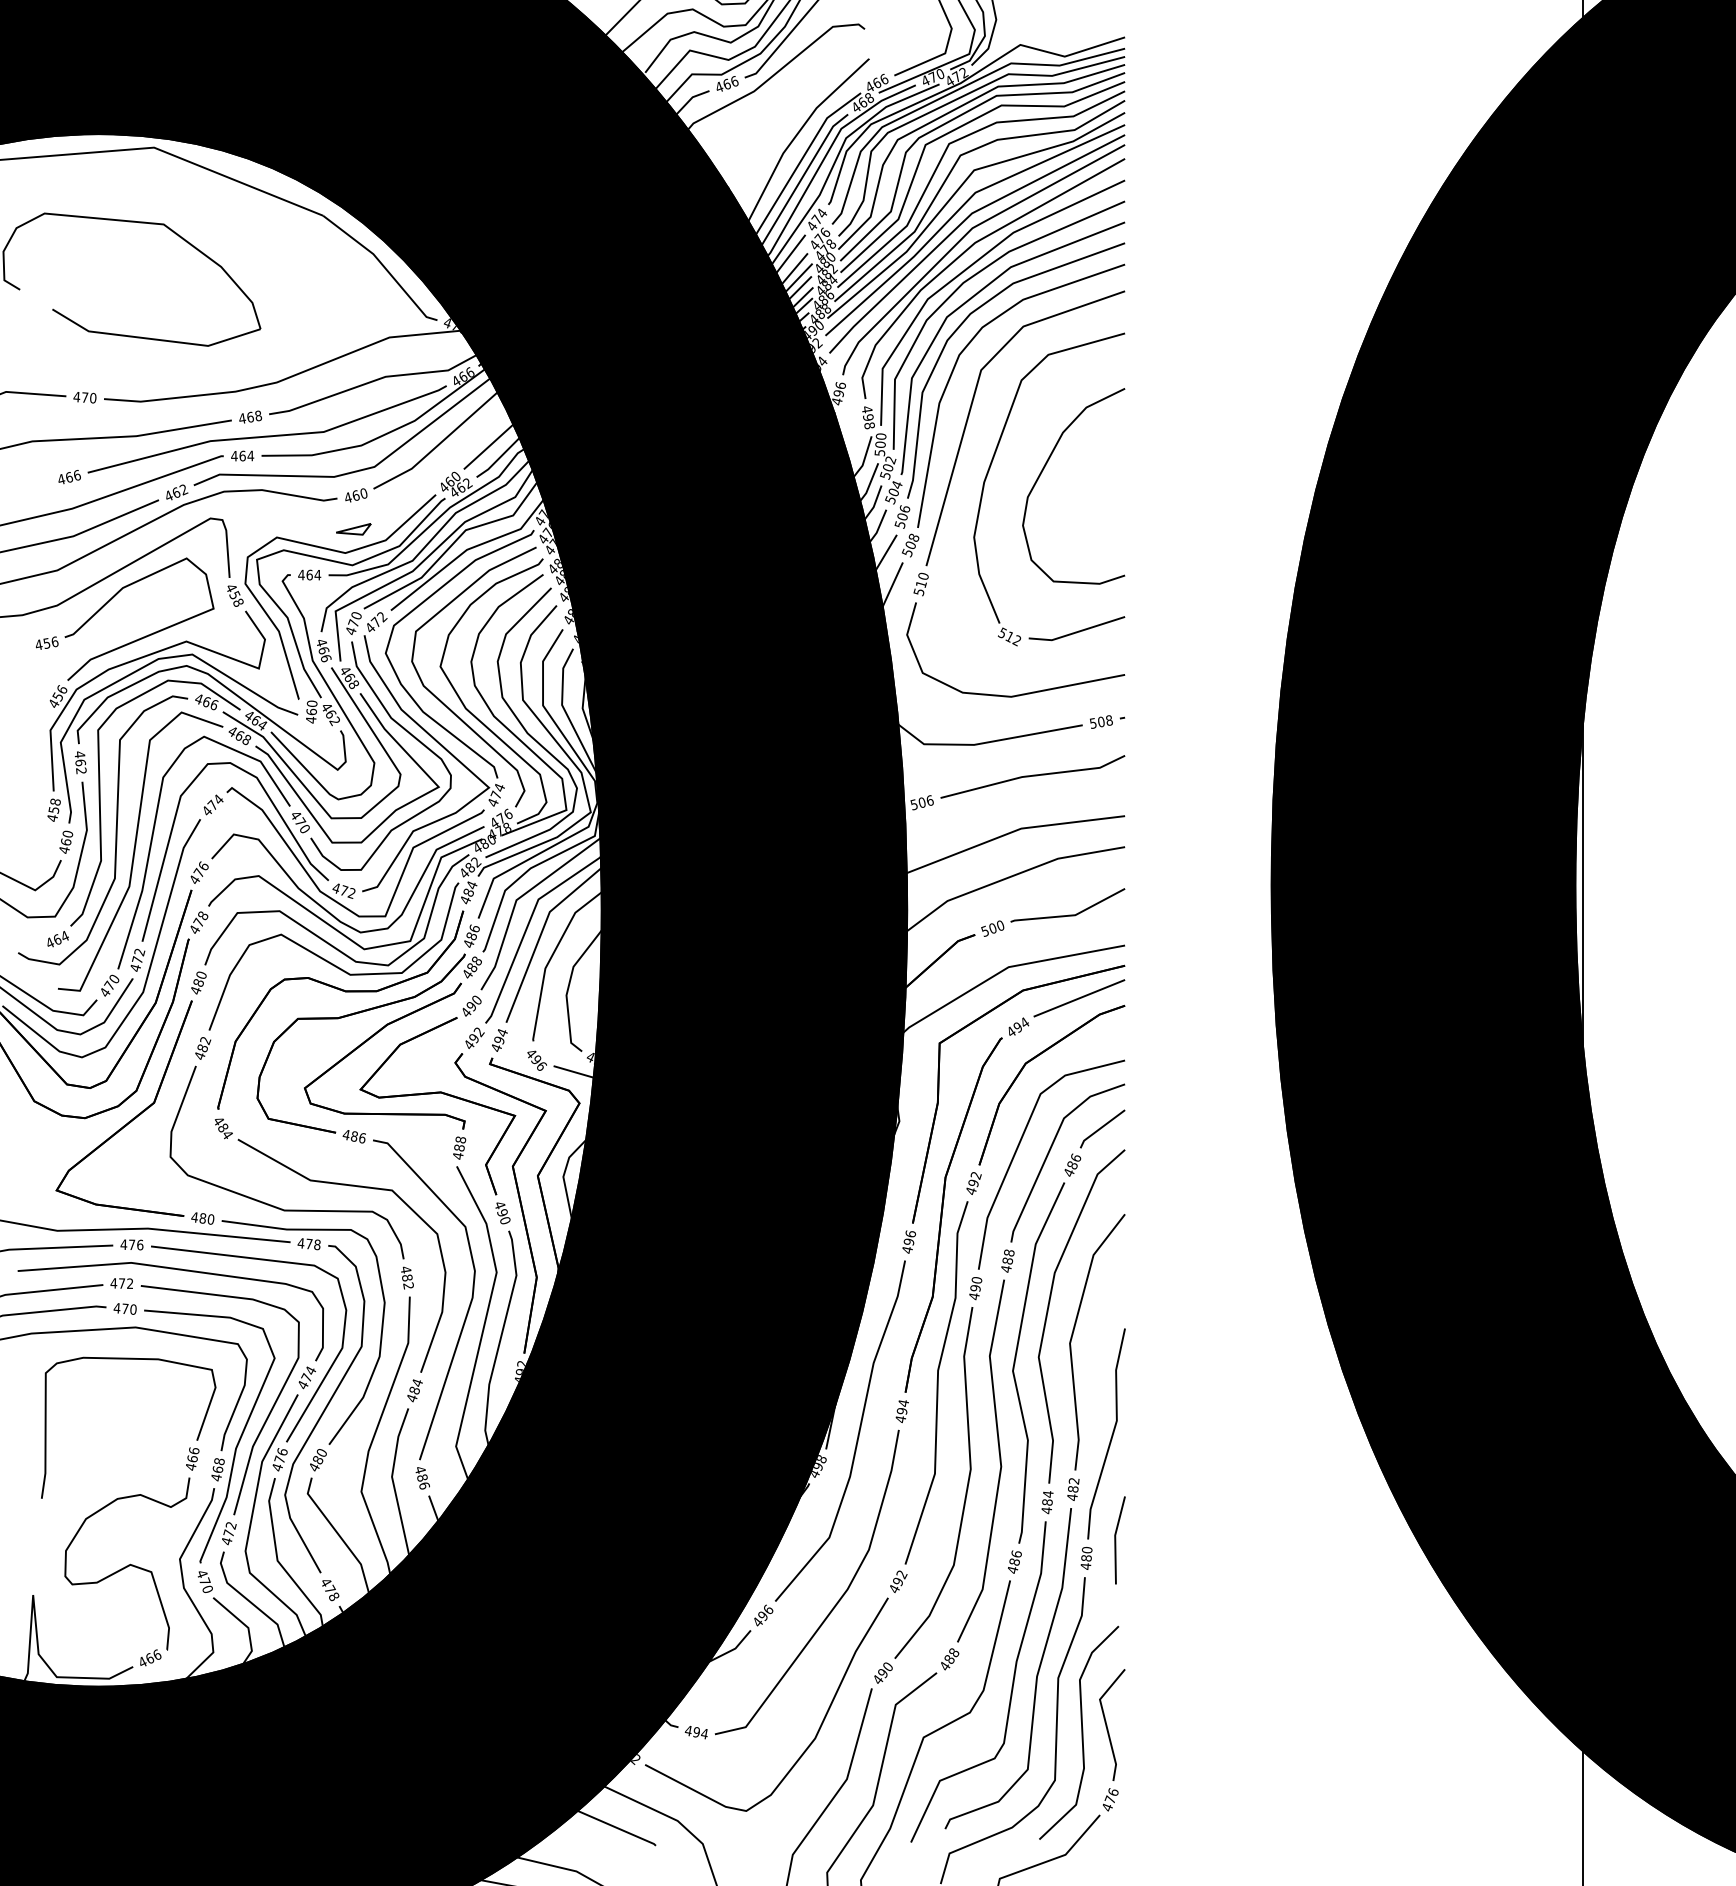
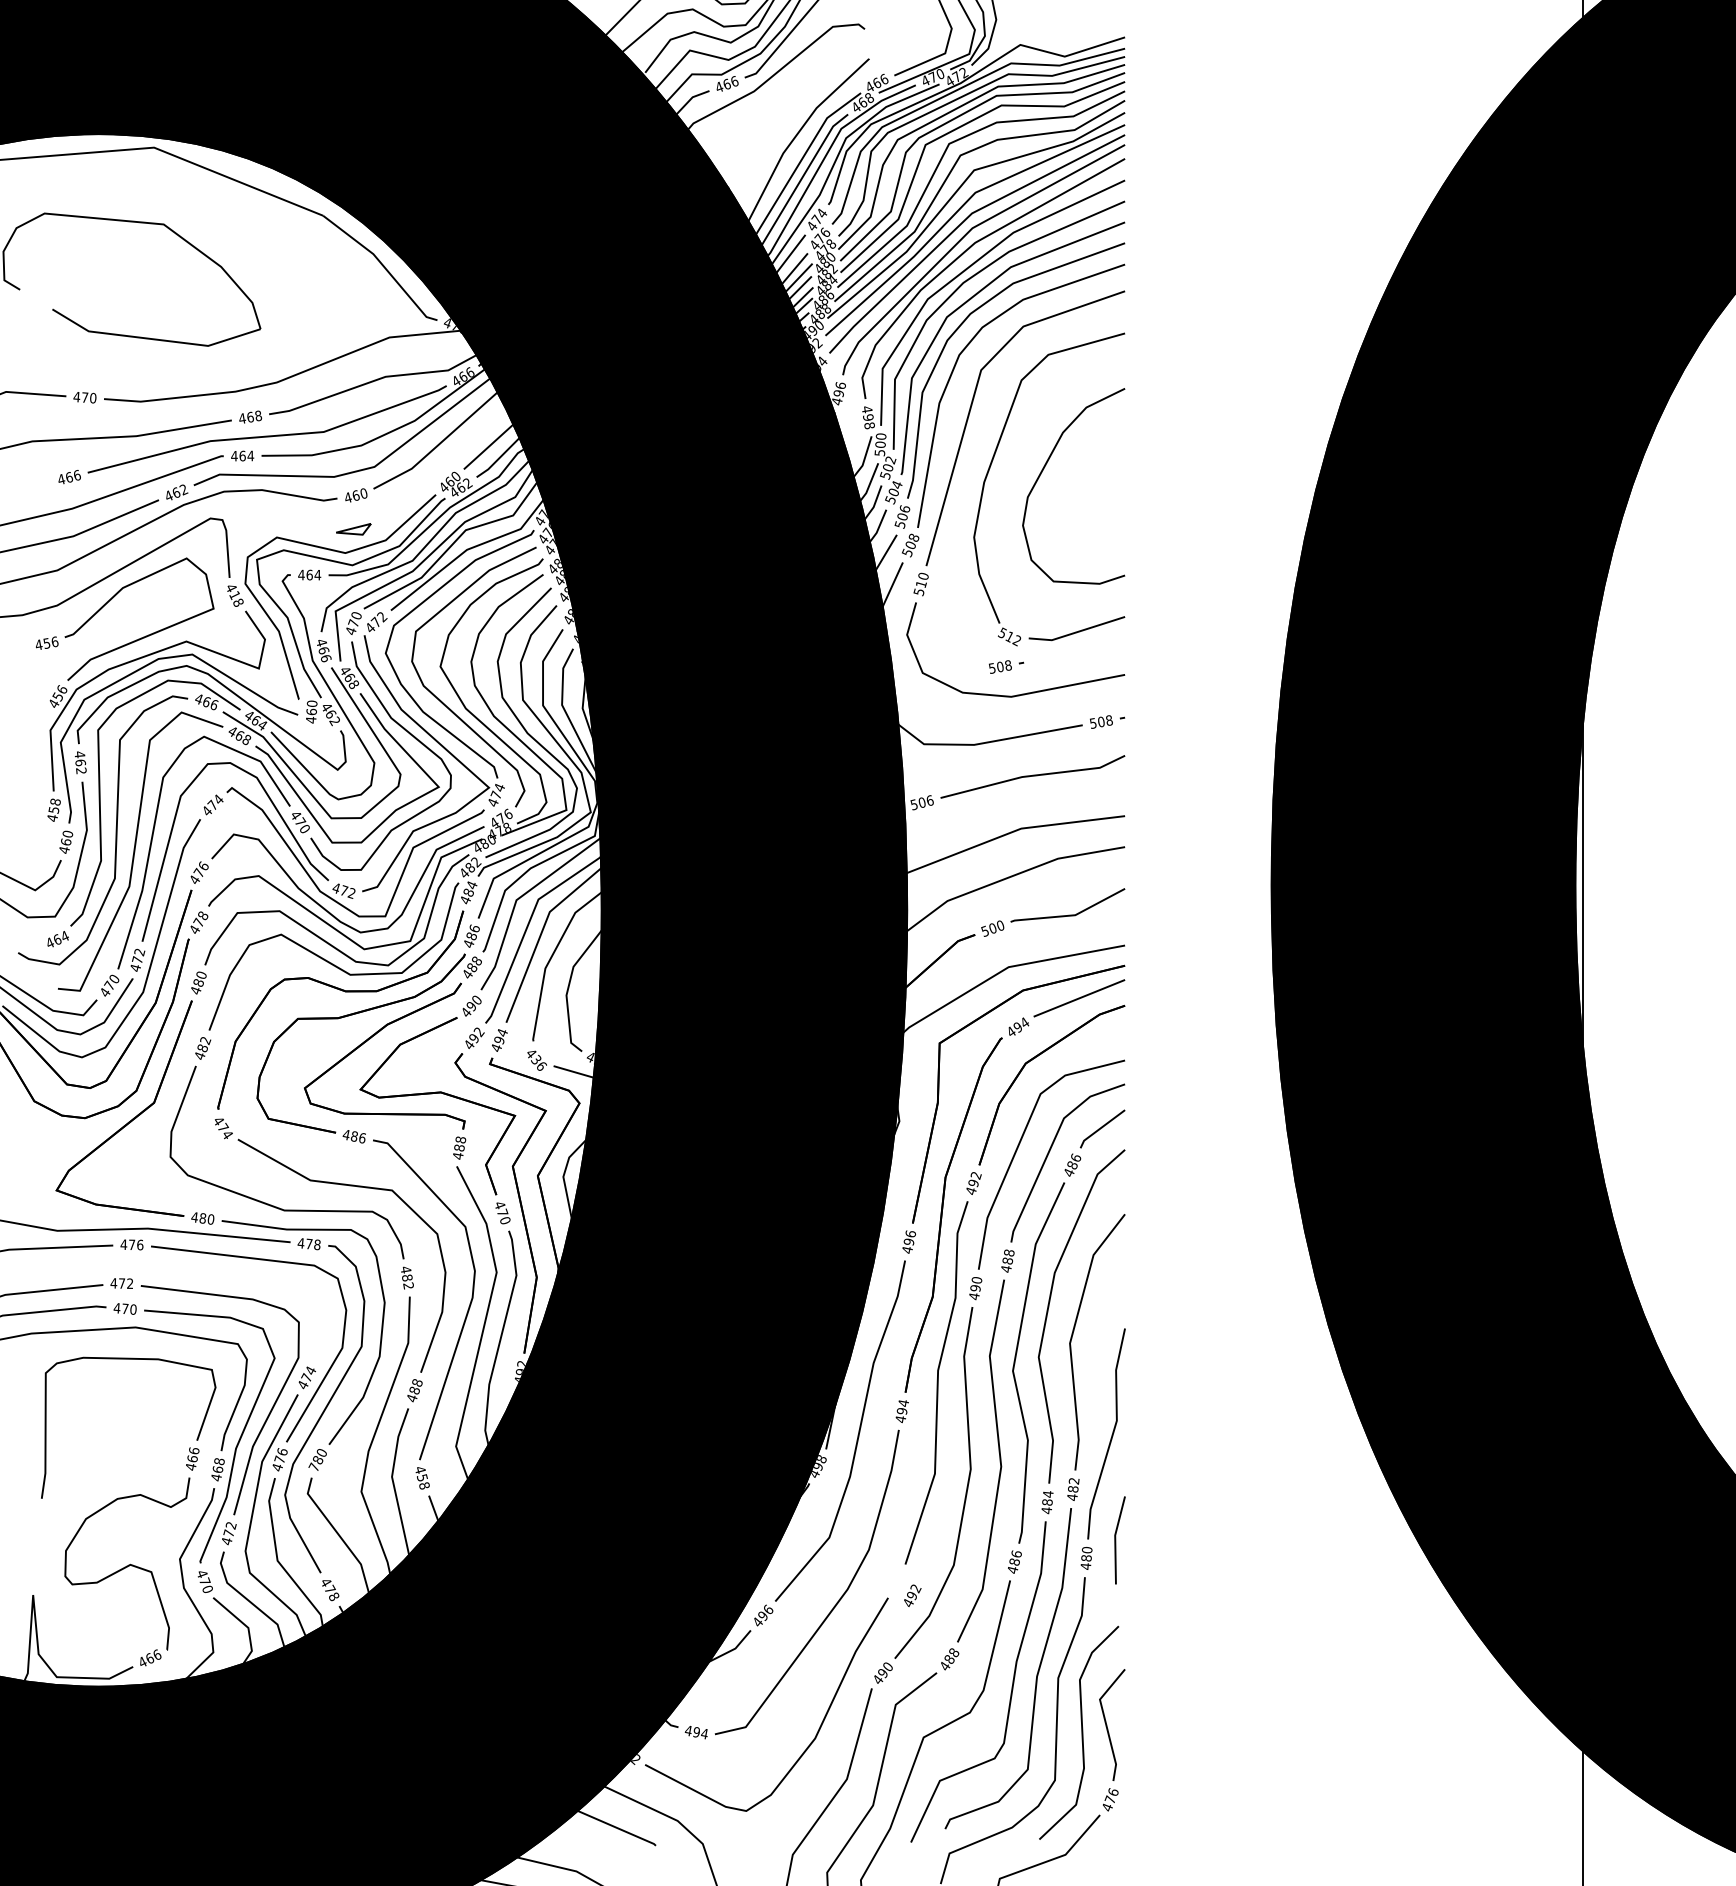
text at (234, 595): 458 -> 418
part at (1006, 666): none -> present
text at (536, 1059): 496 -> 436
text at (223, 1127): 484 -> 474
text at (502, 1212): 490 -> 470
curve at (177, 1270): present -> none
text at (417, 1382): 484 -> 488
text at (313, 1466): 480 -> 780
text at (423, 1481): 486 -> 458
text at (898, 1581) position: (898, 1581) -> (912, 1595)
